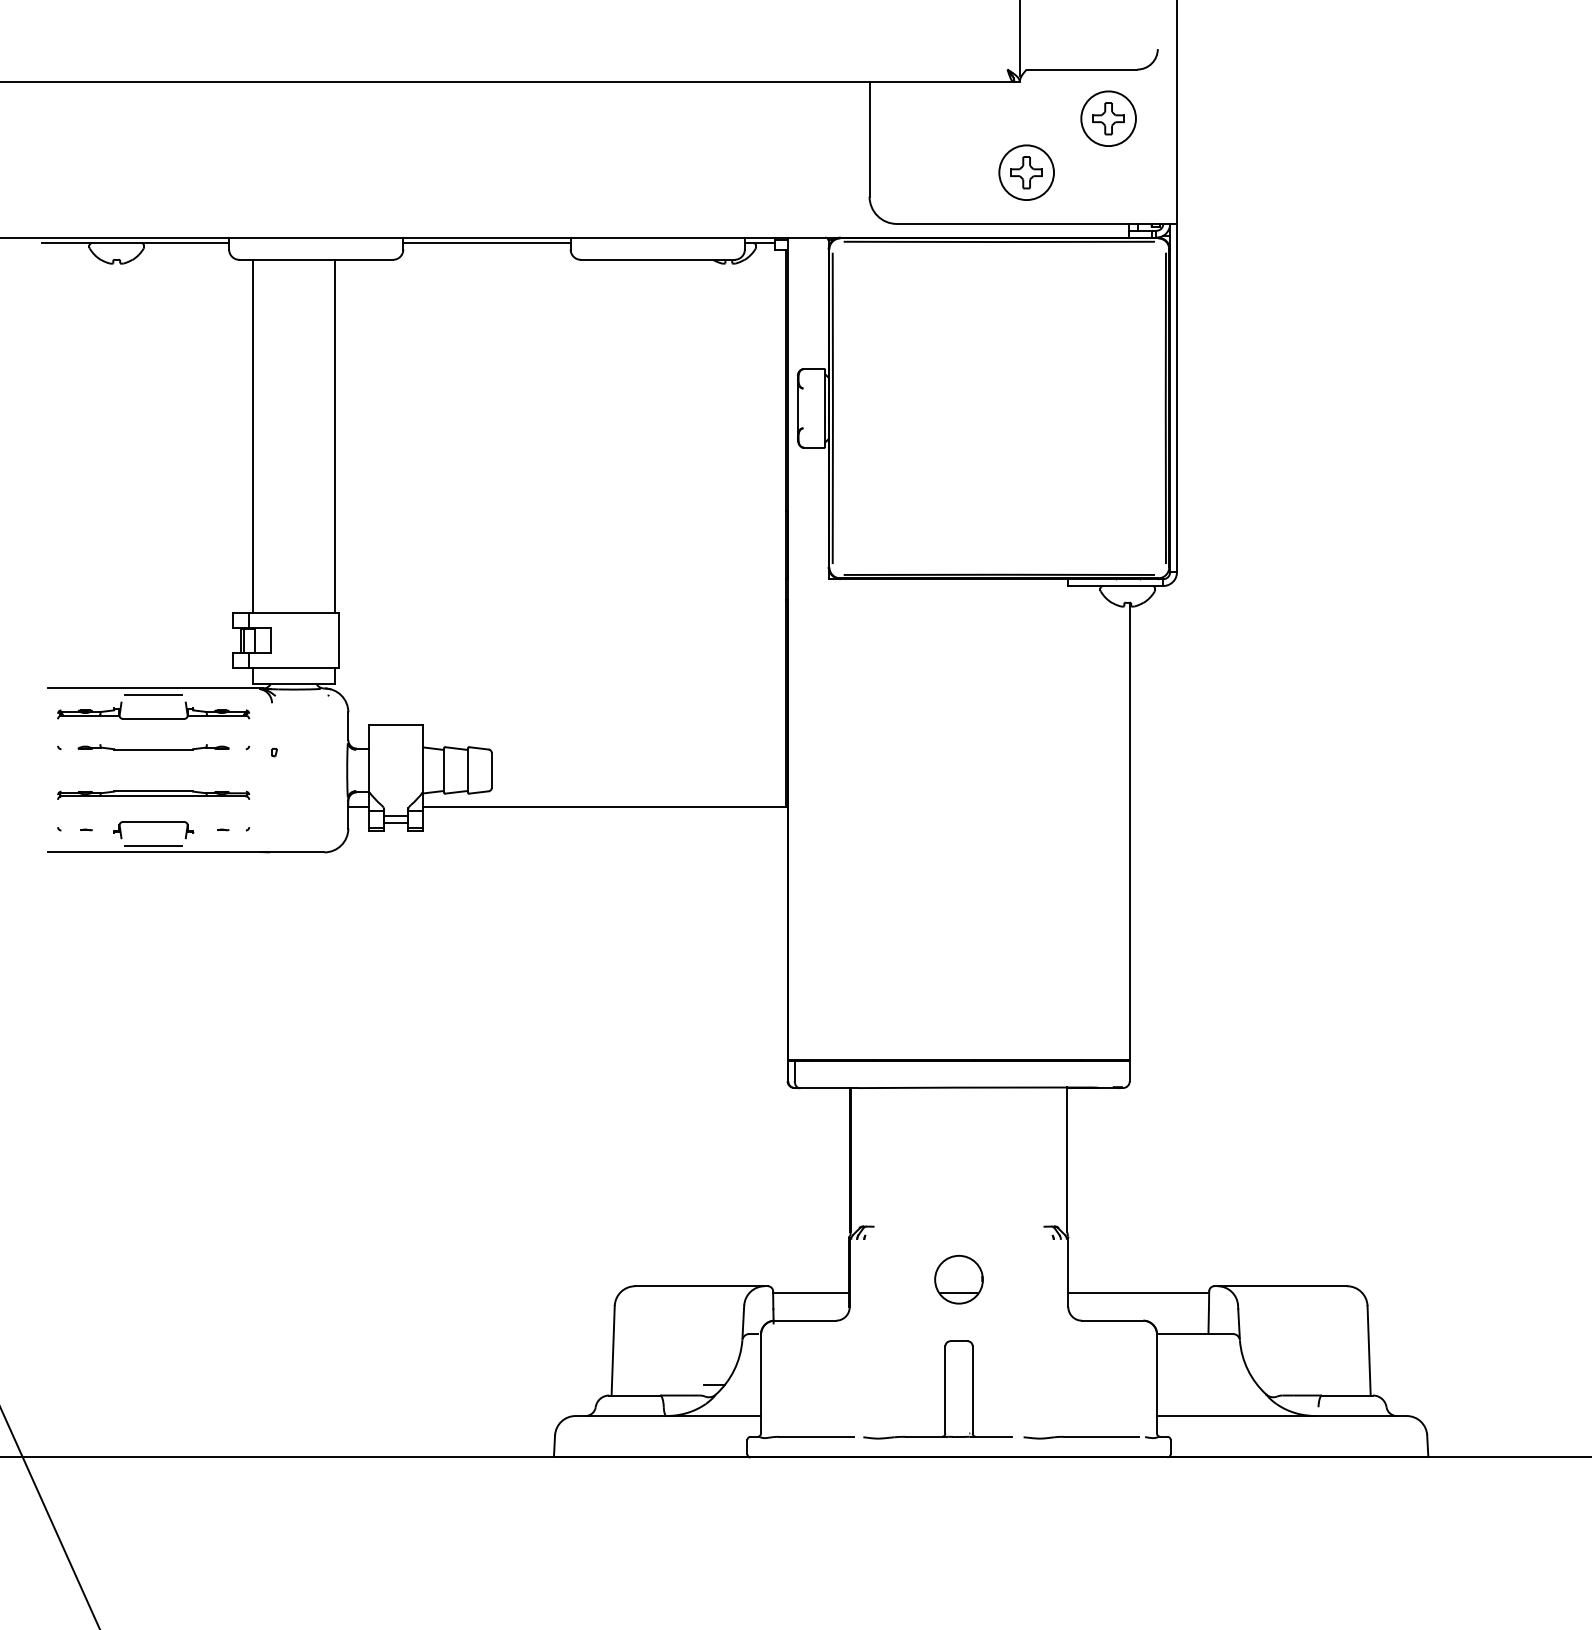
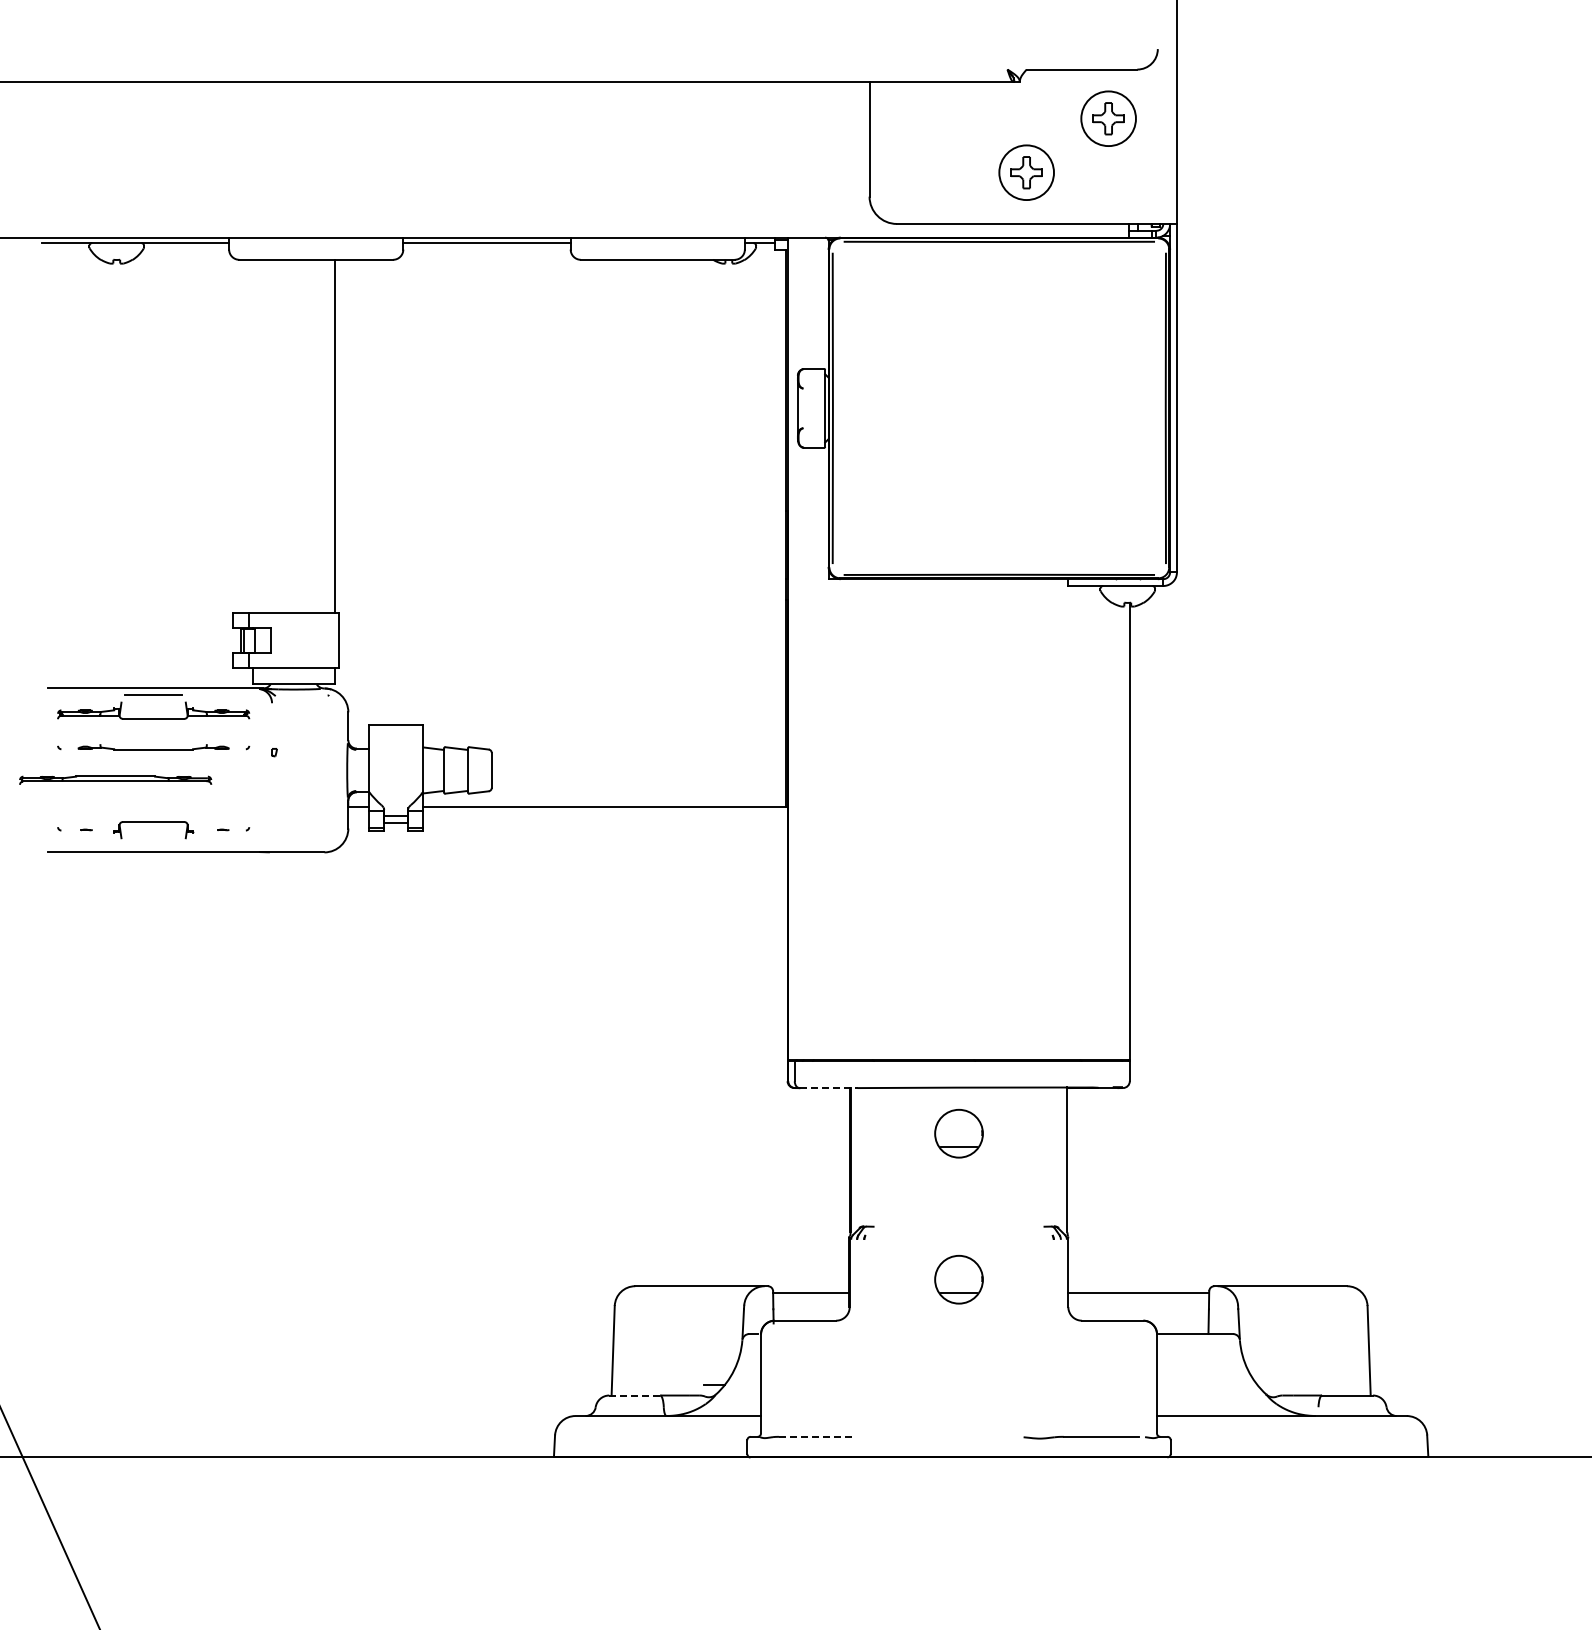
line at (1019, 39): present -> none
line at (252, 436): present -> none
part at (153, 794) position: (153, 794) -> (115, 779)
line at (153, 845): present -> none
line at (828, 1088): solid -> dashed
part at (958, 1133): none -> present
part at (944, 1389): present -> none
line at (634, 1395): solid -> dashed
line at (816, 1436): solid -> dashed
